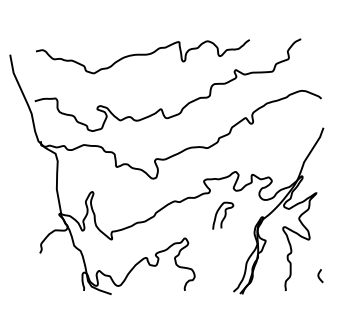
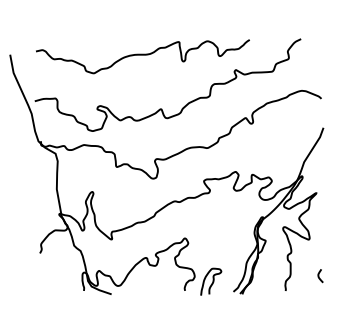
curve at (224, 215) position: (224, 215) -> (212, 281)
